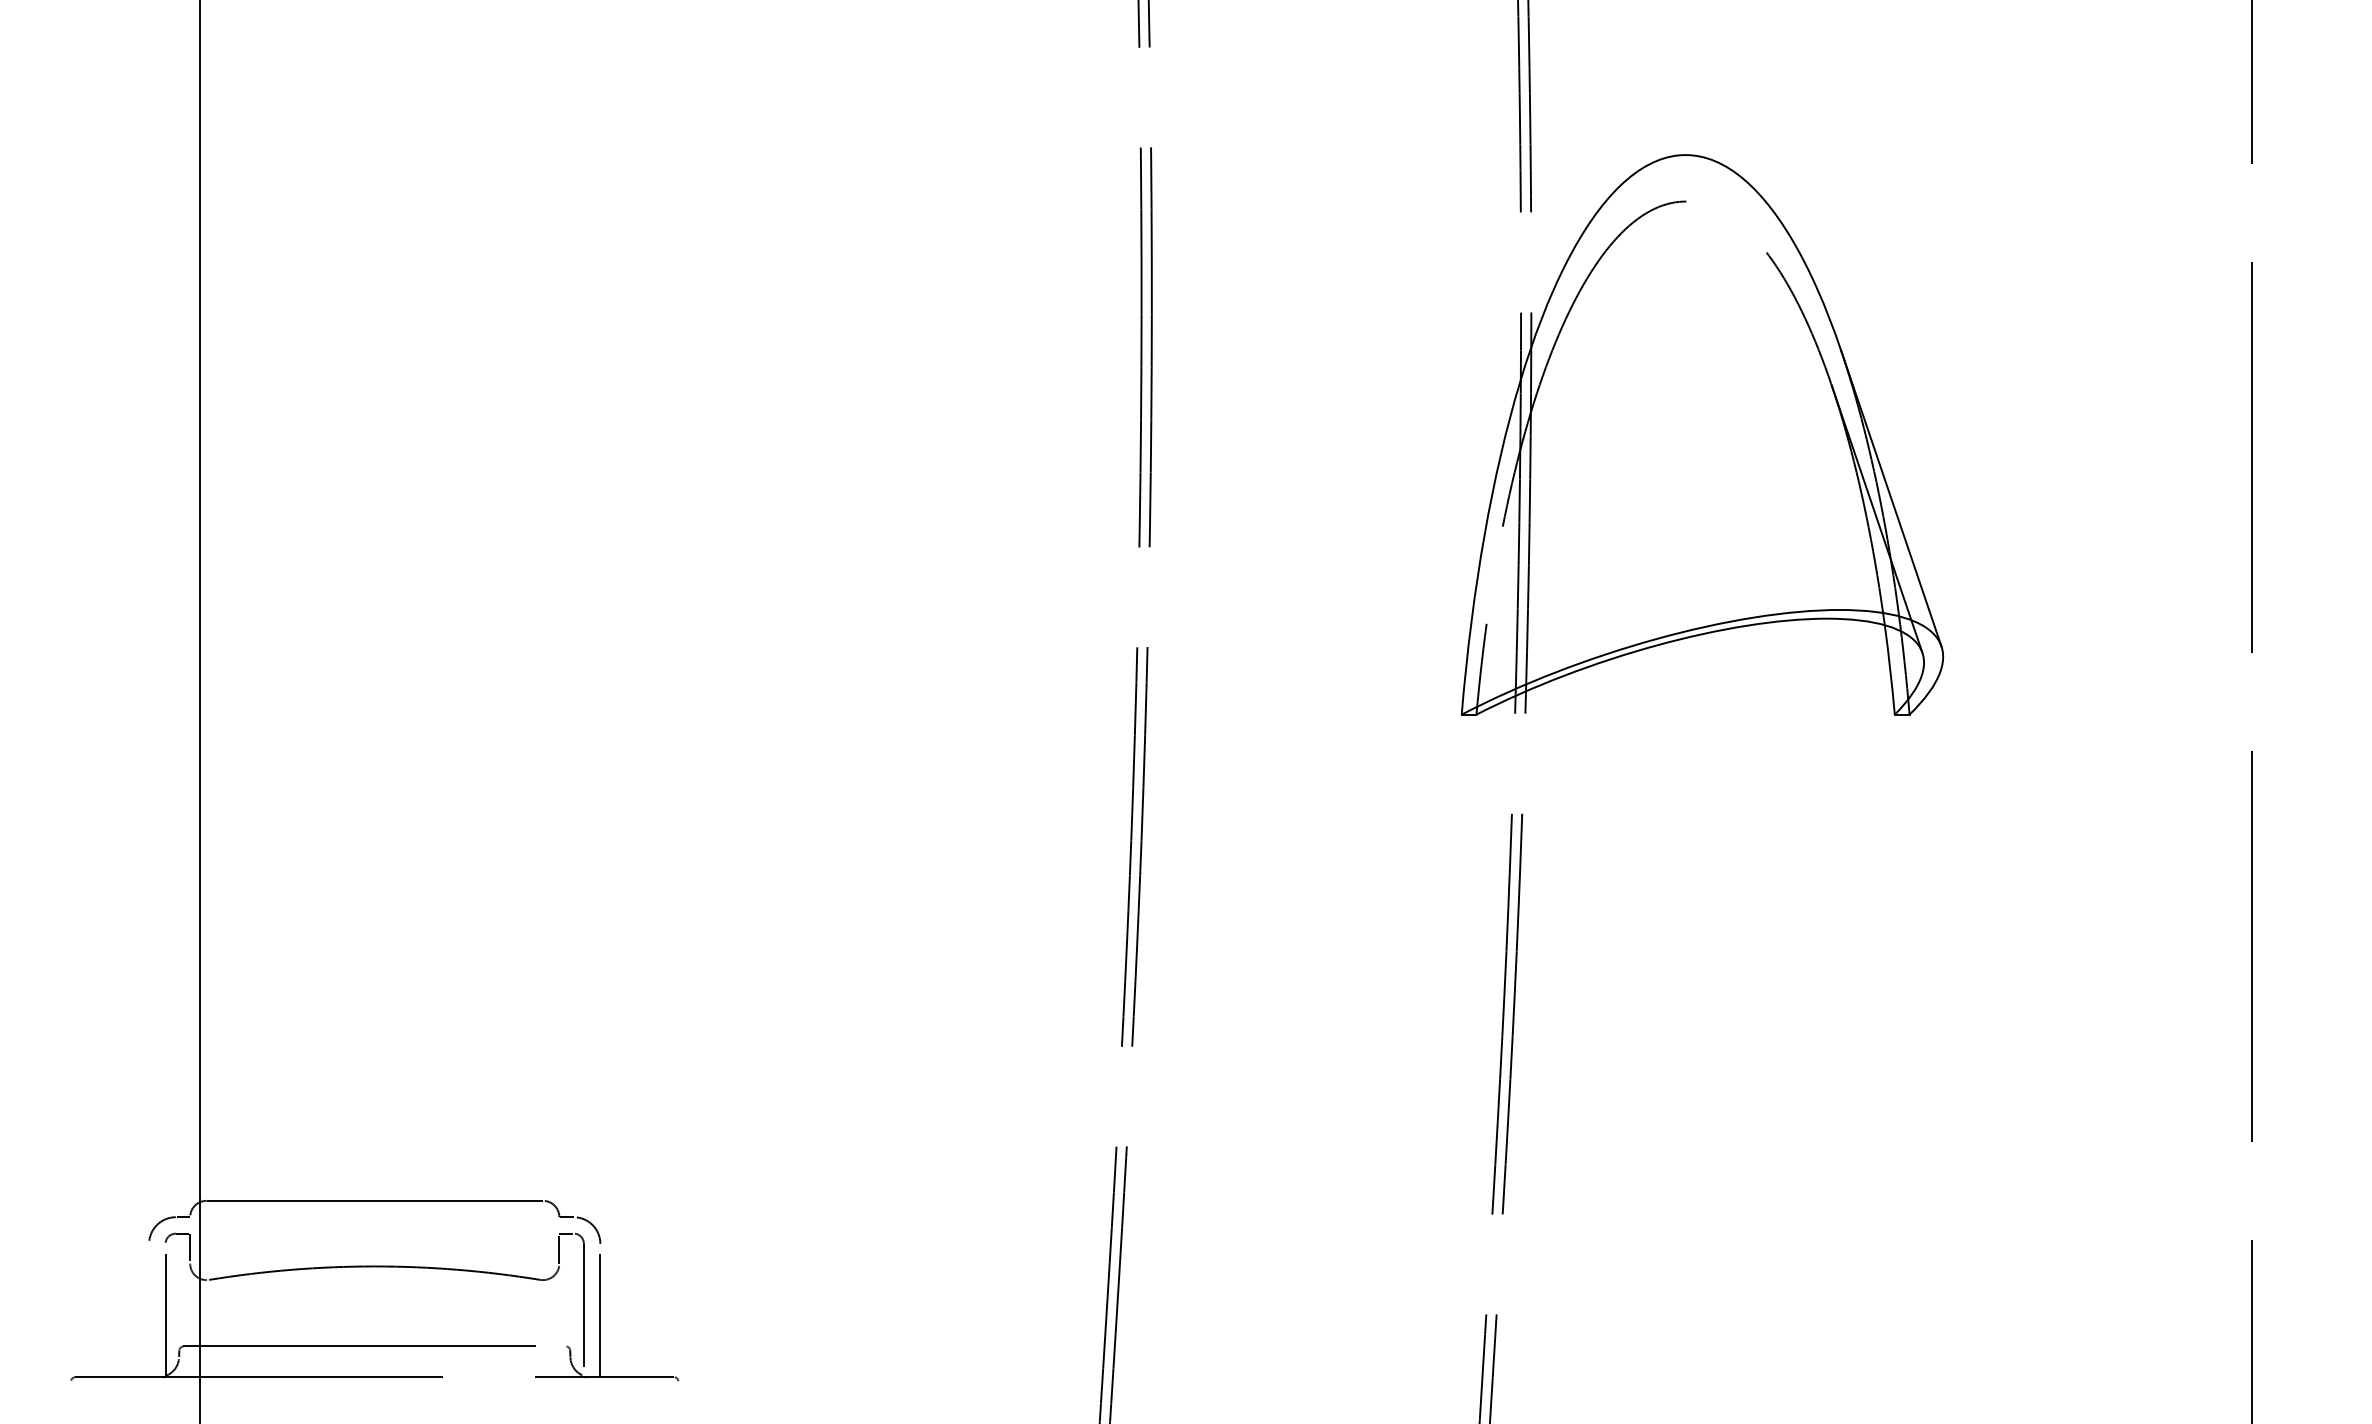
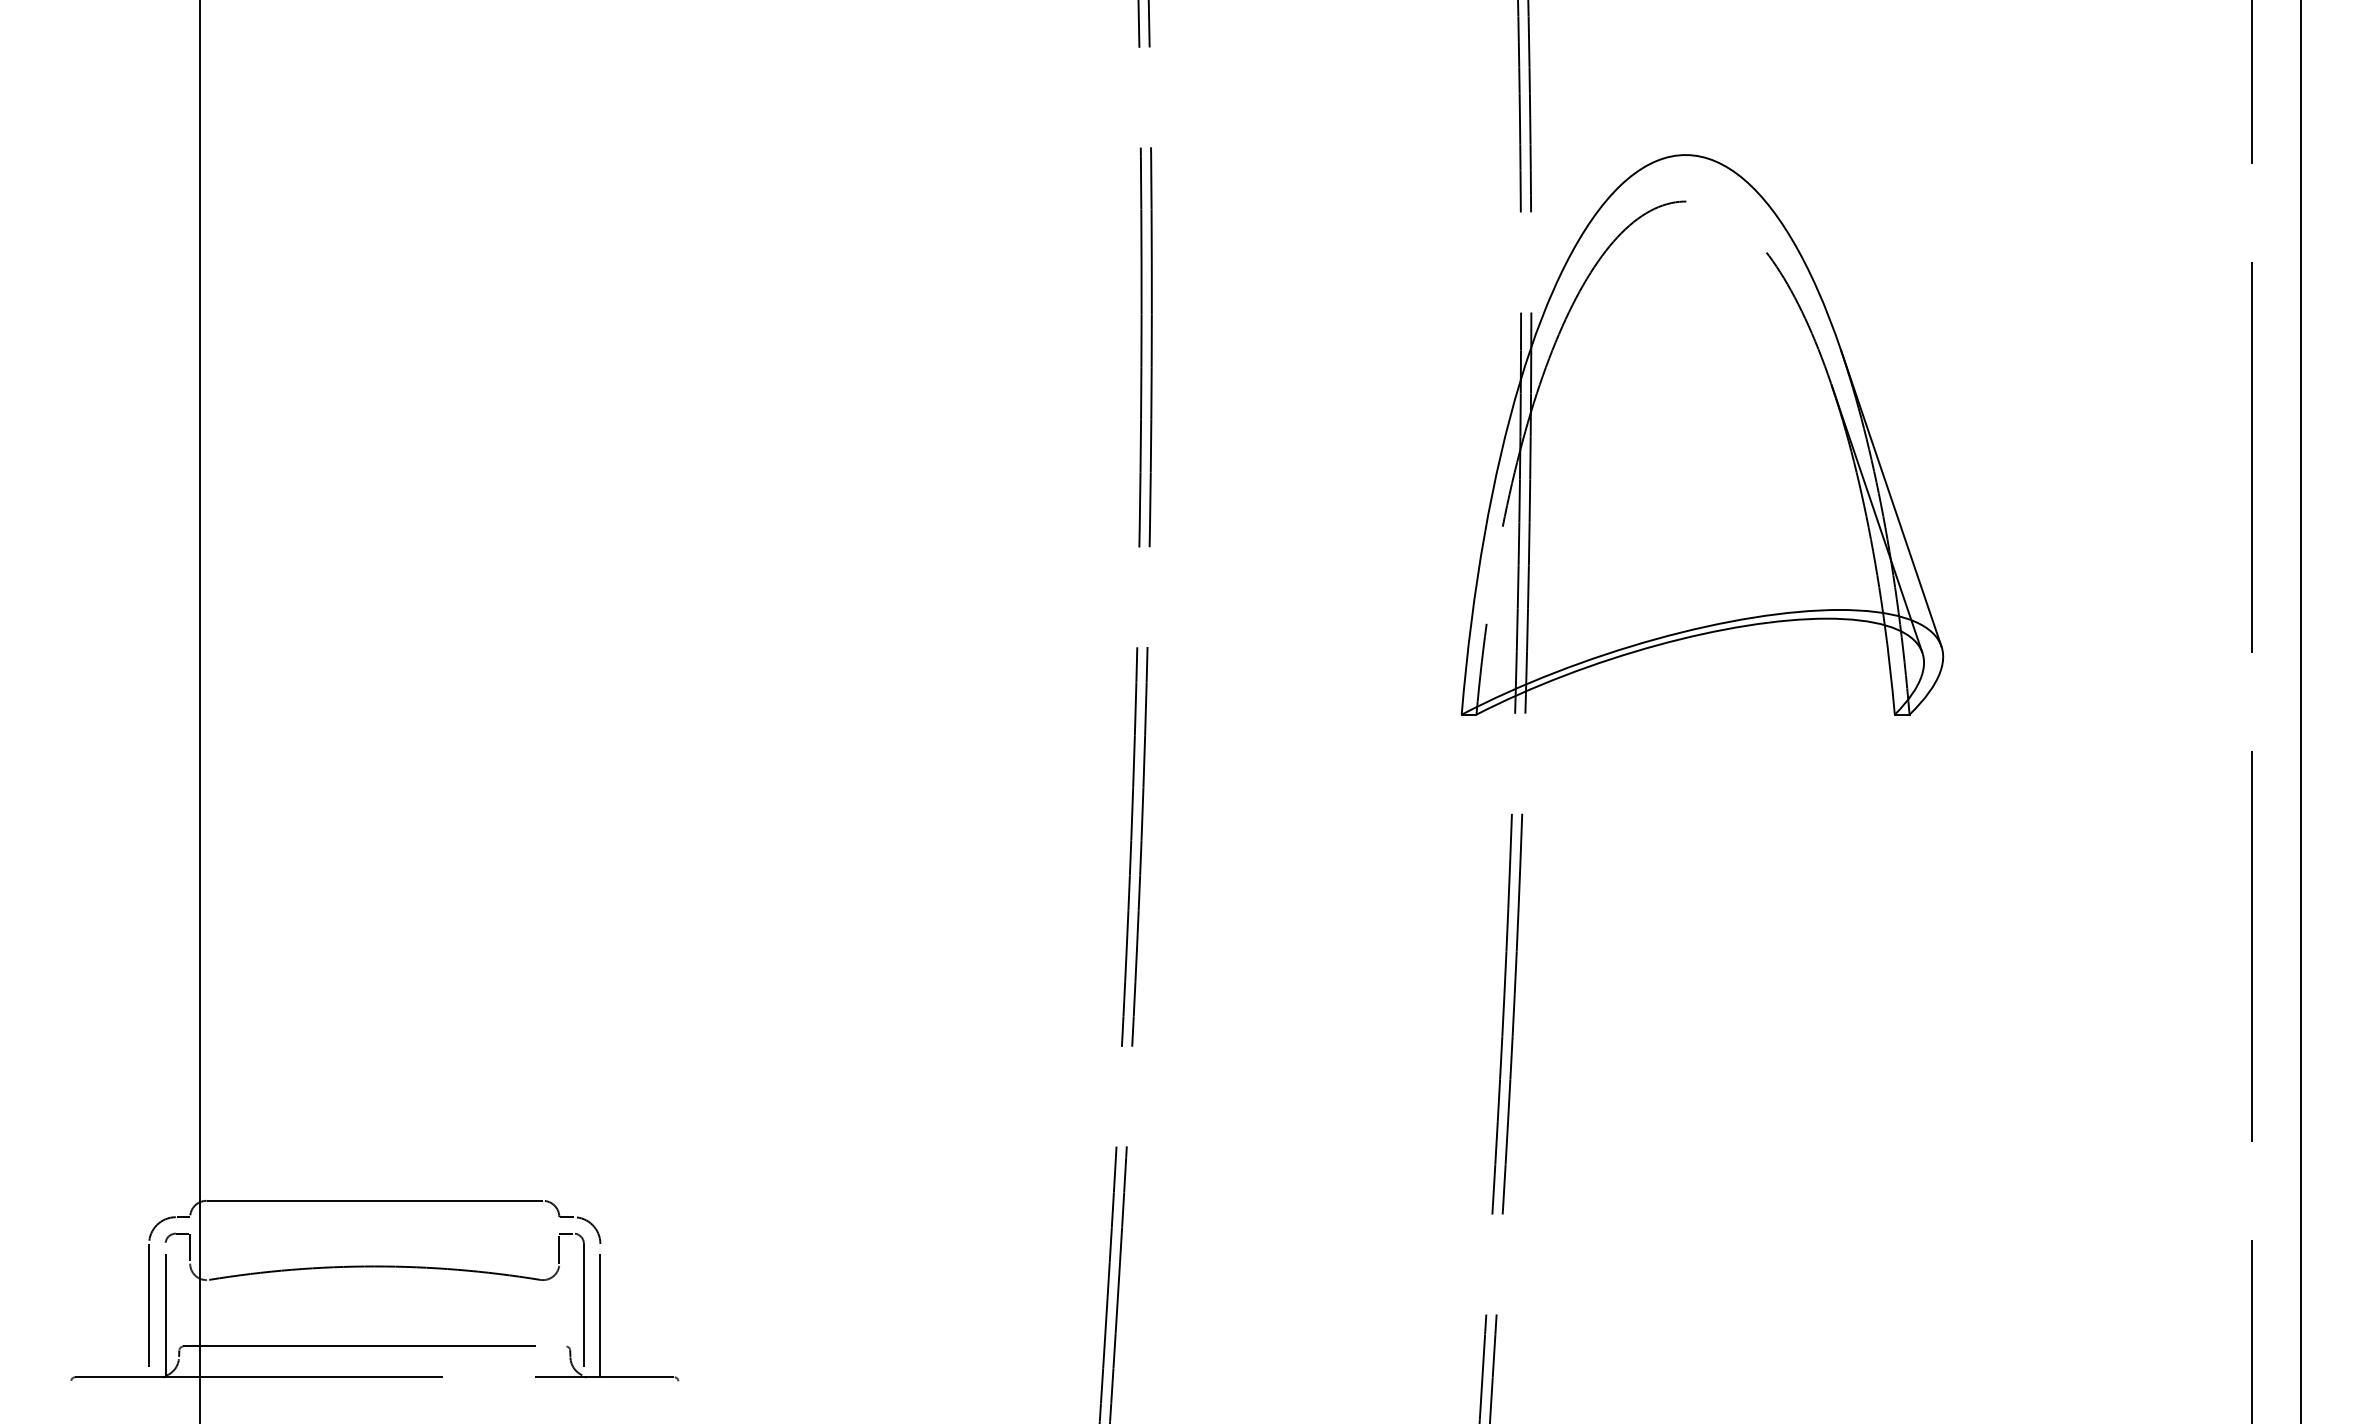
line at (2300, 711): none -> present
line at (149, 1310): none -> present
